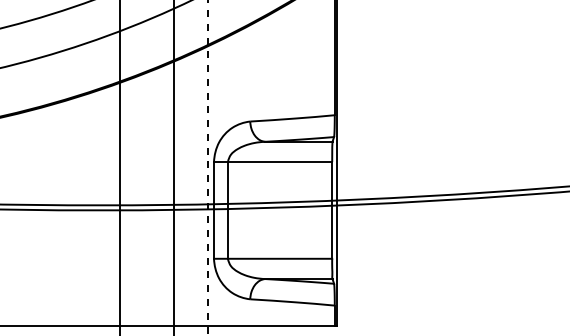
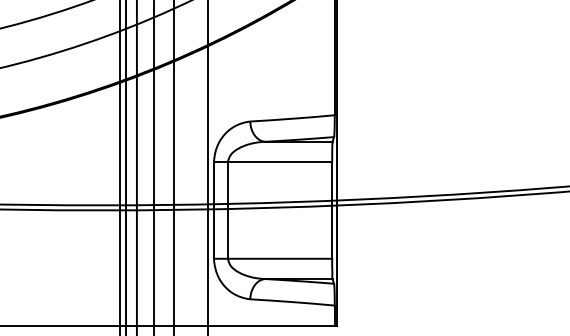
line at (125, 167): none -> present
line at (136, 167): none -> present
line at (153, 167): none -> present
line at (207, 167): dashed -> solid
